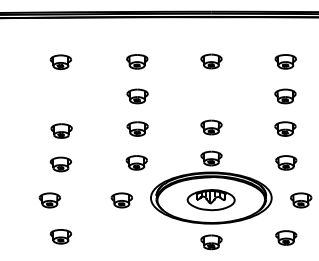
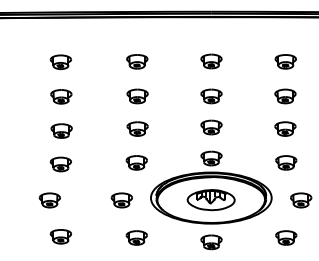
part at (61, 96): none -> present
part at (211, 96): none -> present
part at (136, 237): none -> present
